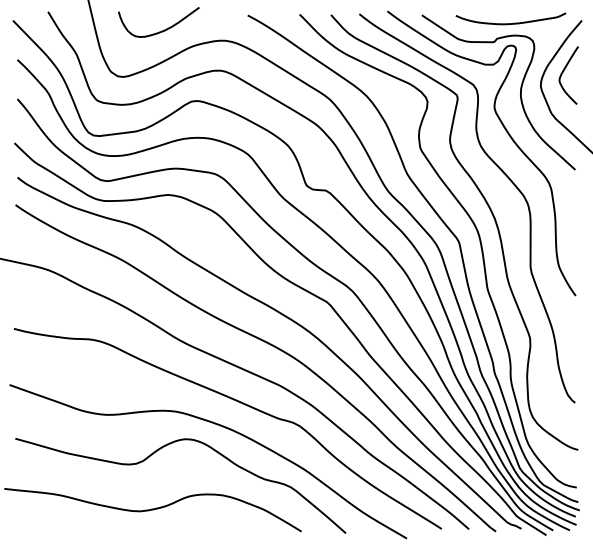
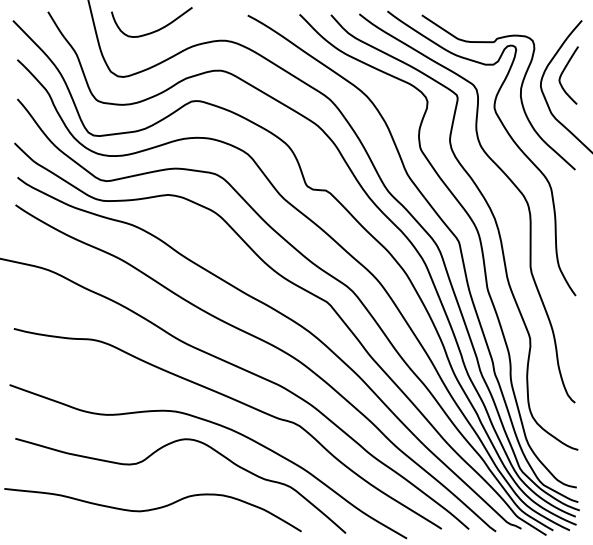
curve at (510, 23): present -> none
curve at (161, 30) position: (161, 30) -> (154, 30)
